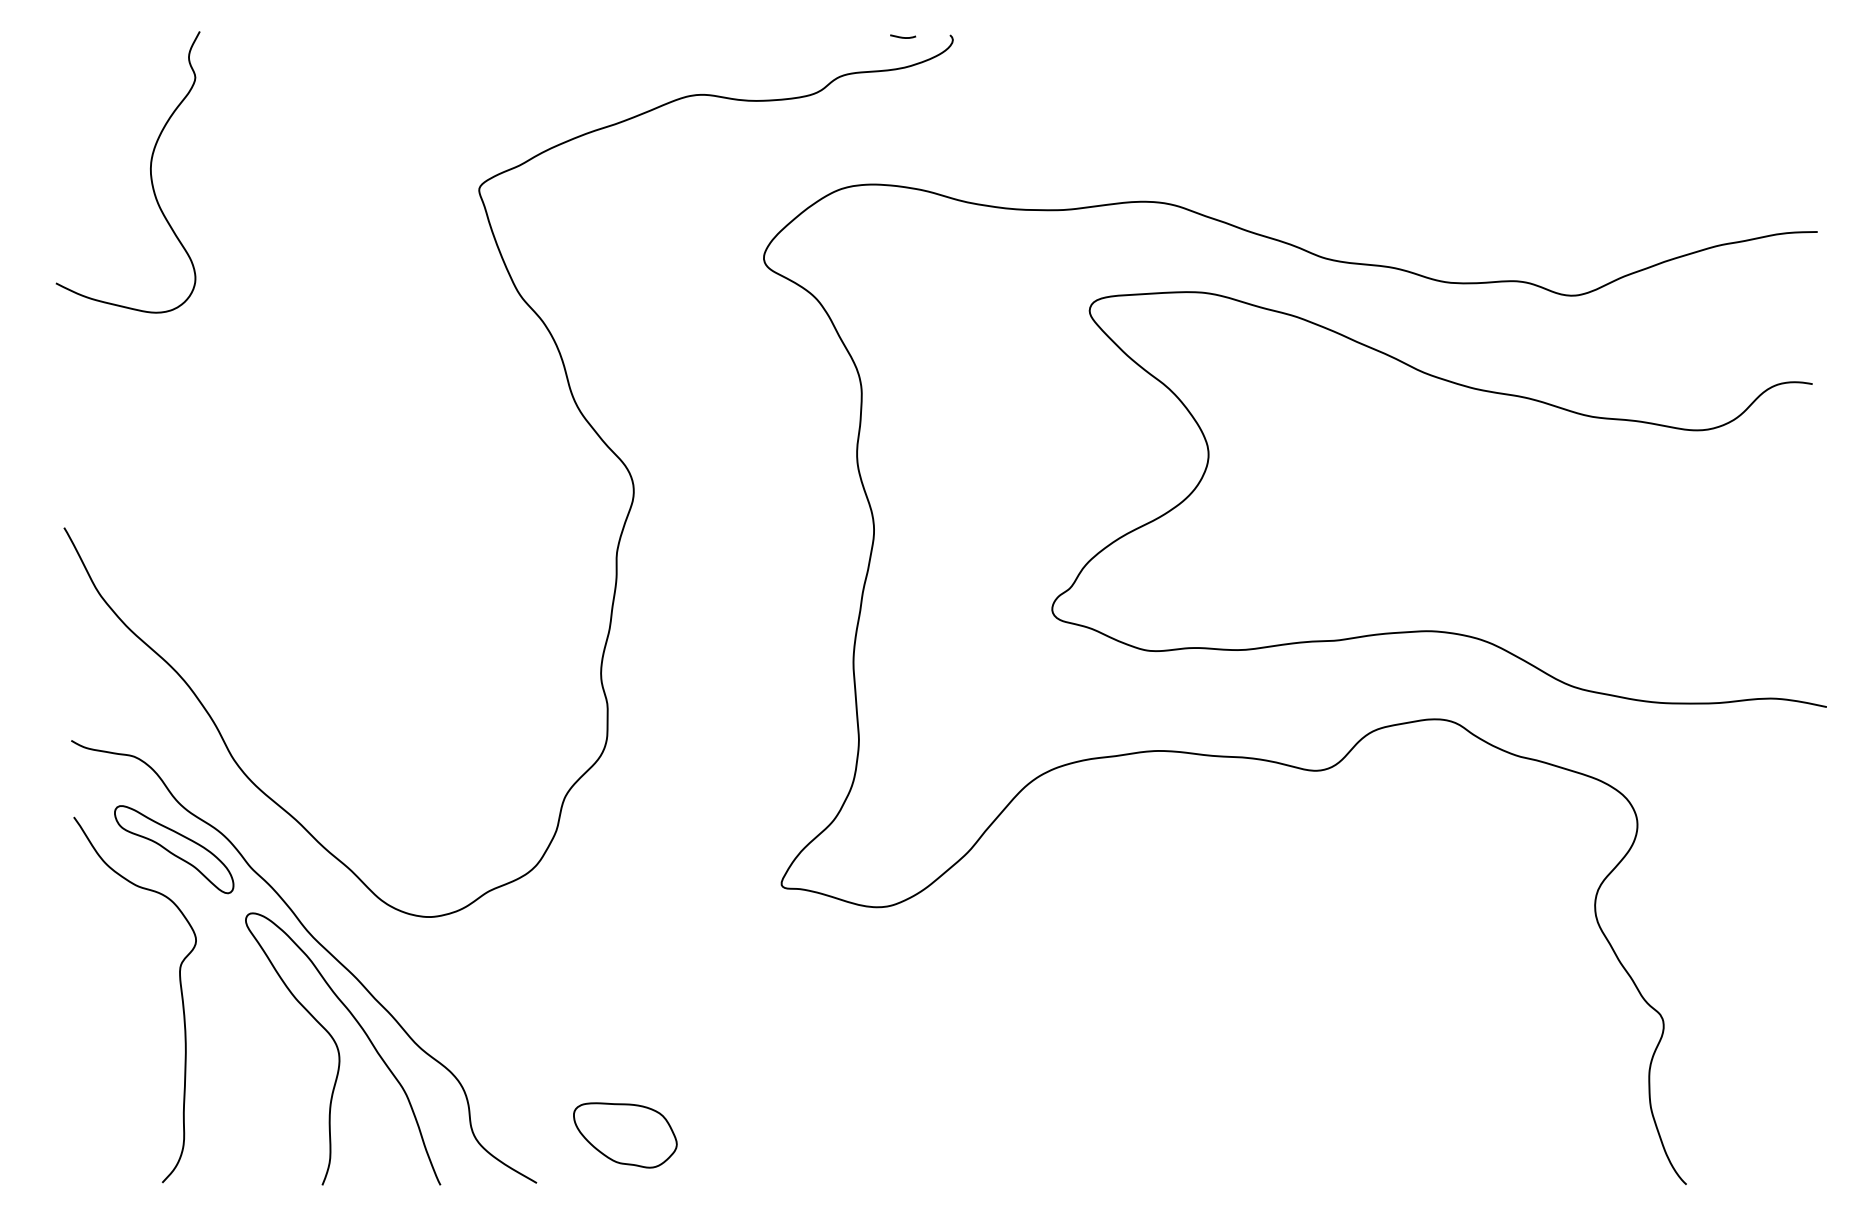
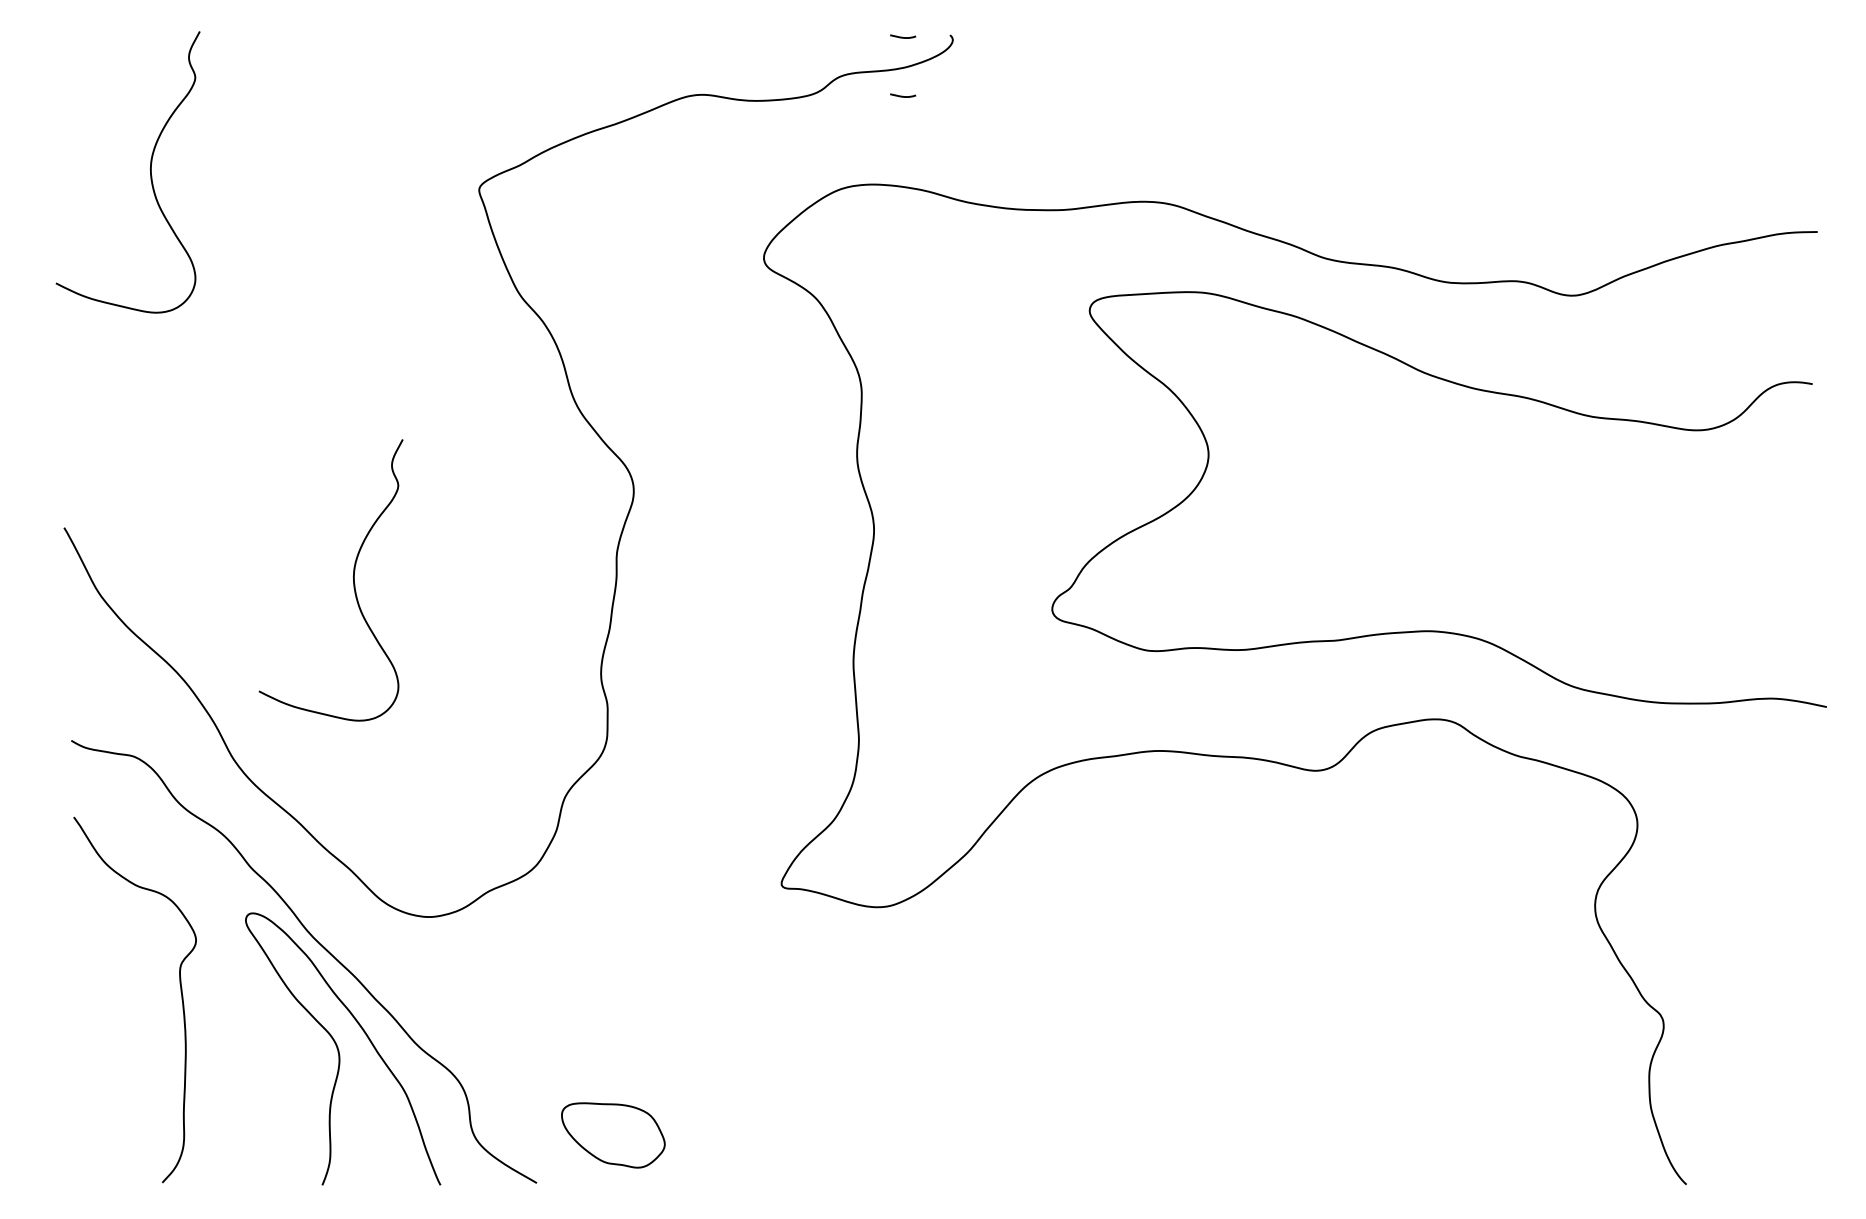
curve at (902, 95): none -> present
curve at (353, 580): none -> present
part at (174, 849): present -> none
part at (625, 1135) position: (625, 1135) -> (613, 1135)
